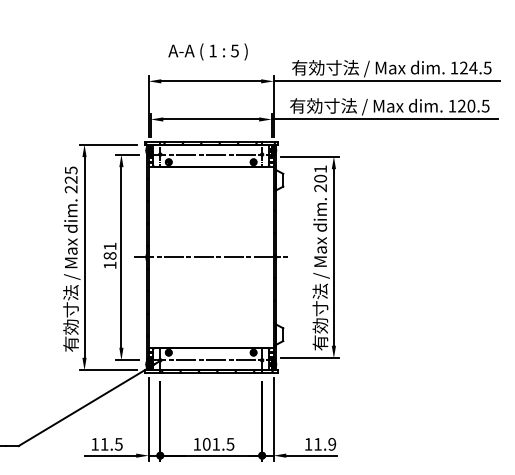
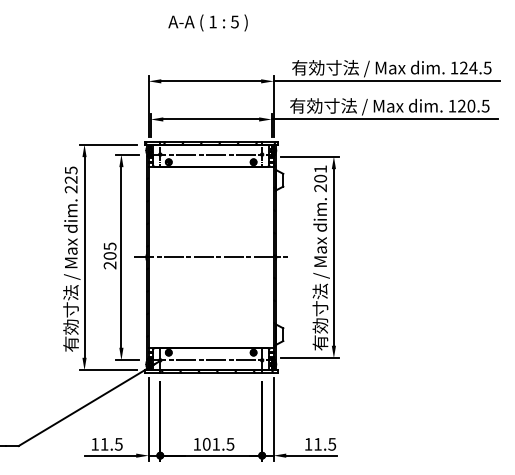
text at (207, 51) position: (207, 51) -> (207, 22)
text at (109, 255): 181 -> 205
text at (332, 444): 11.9 -> 11.5
